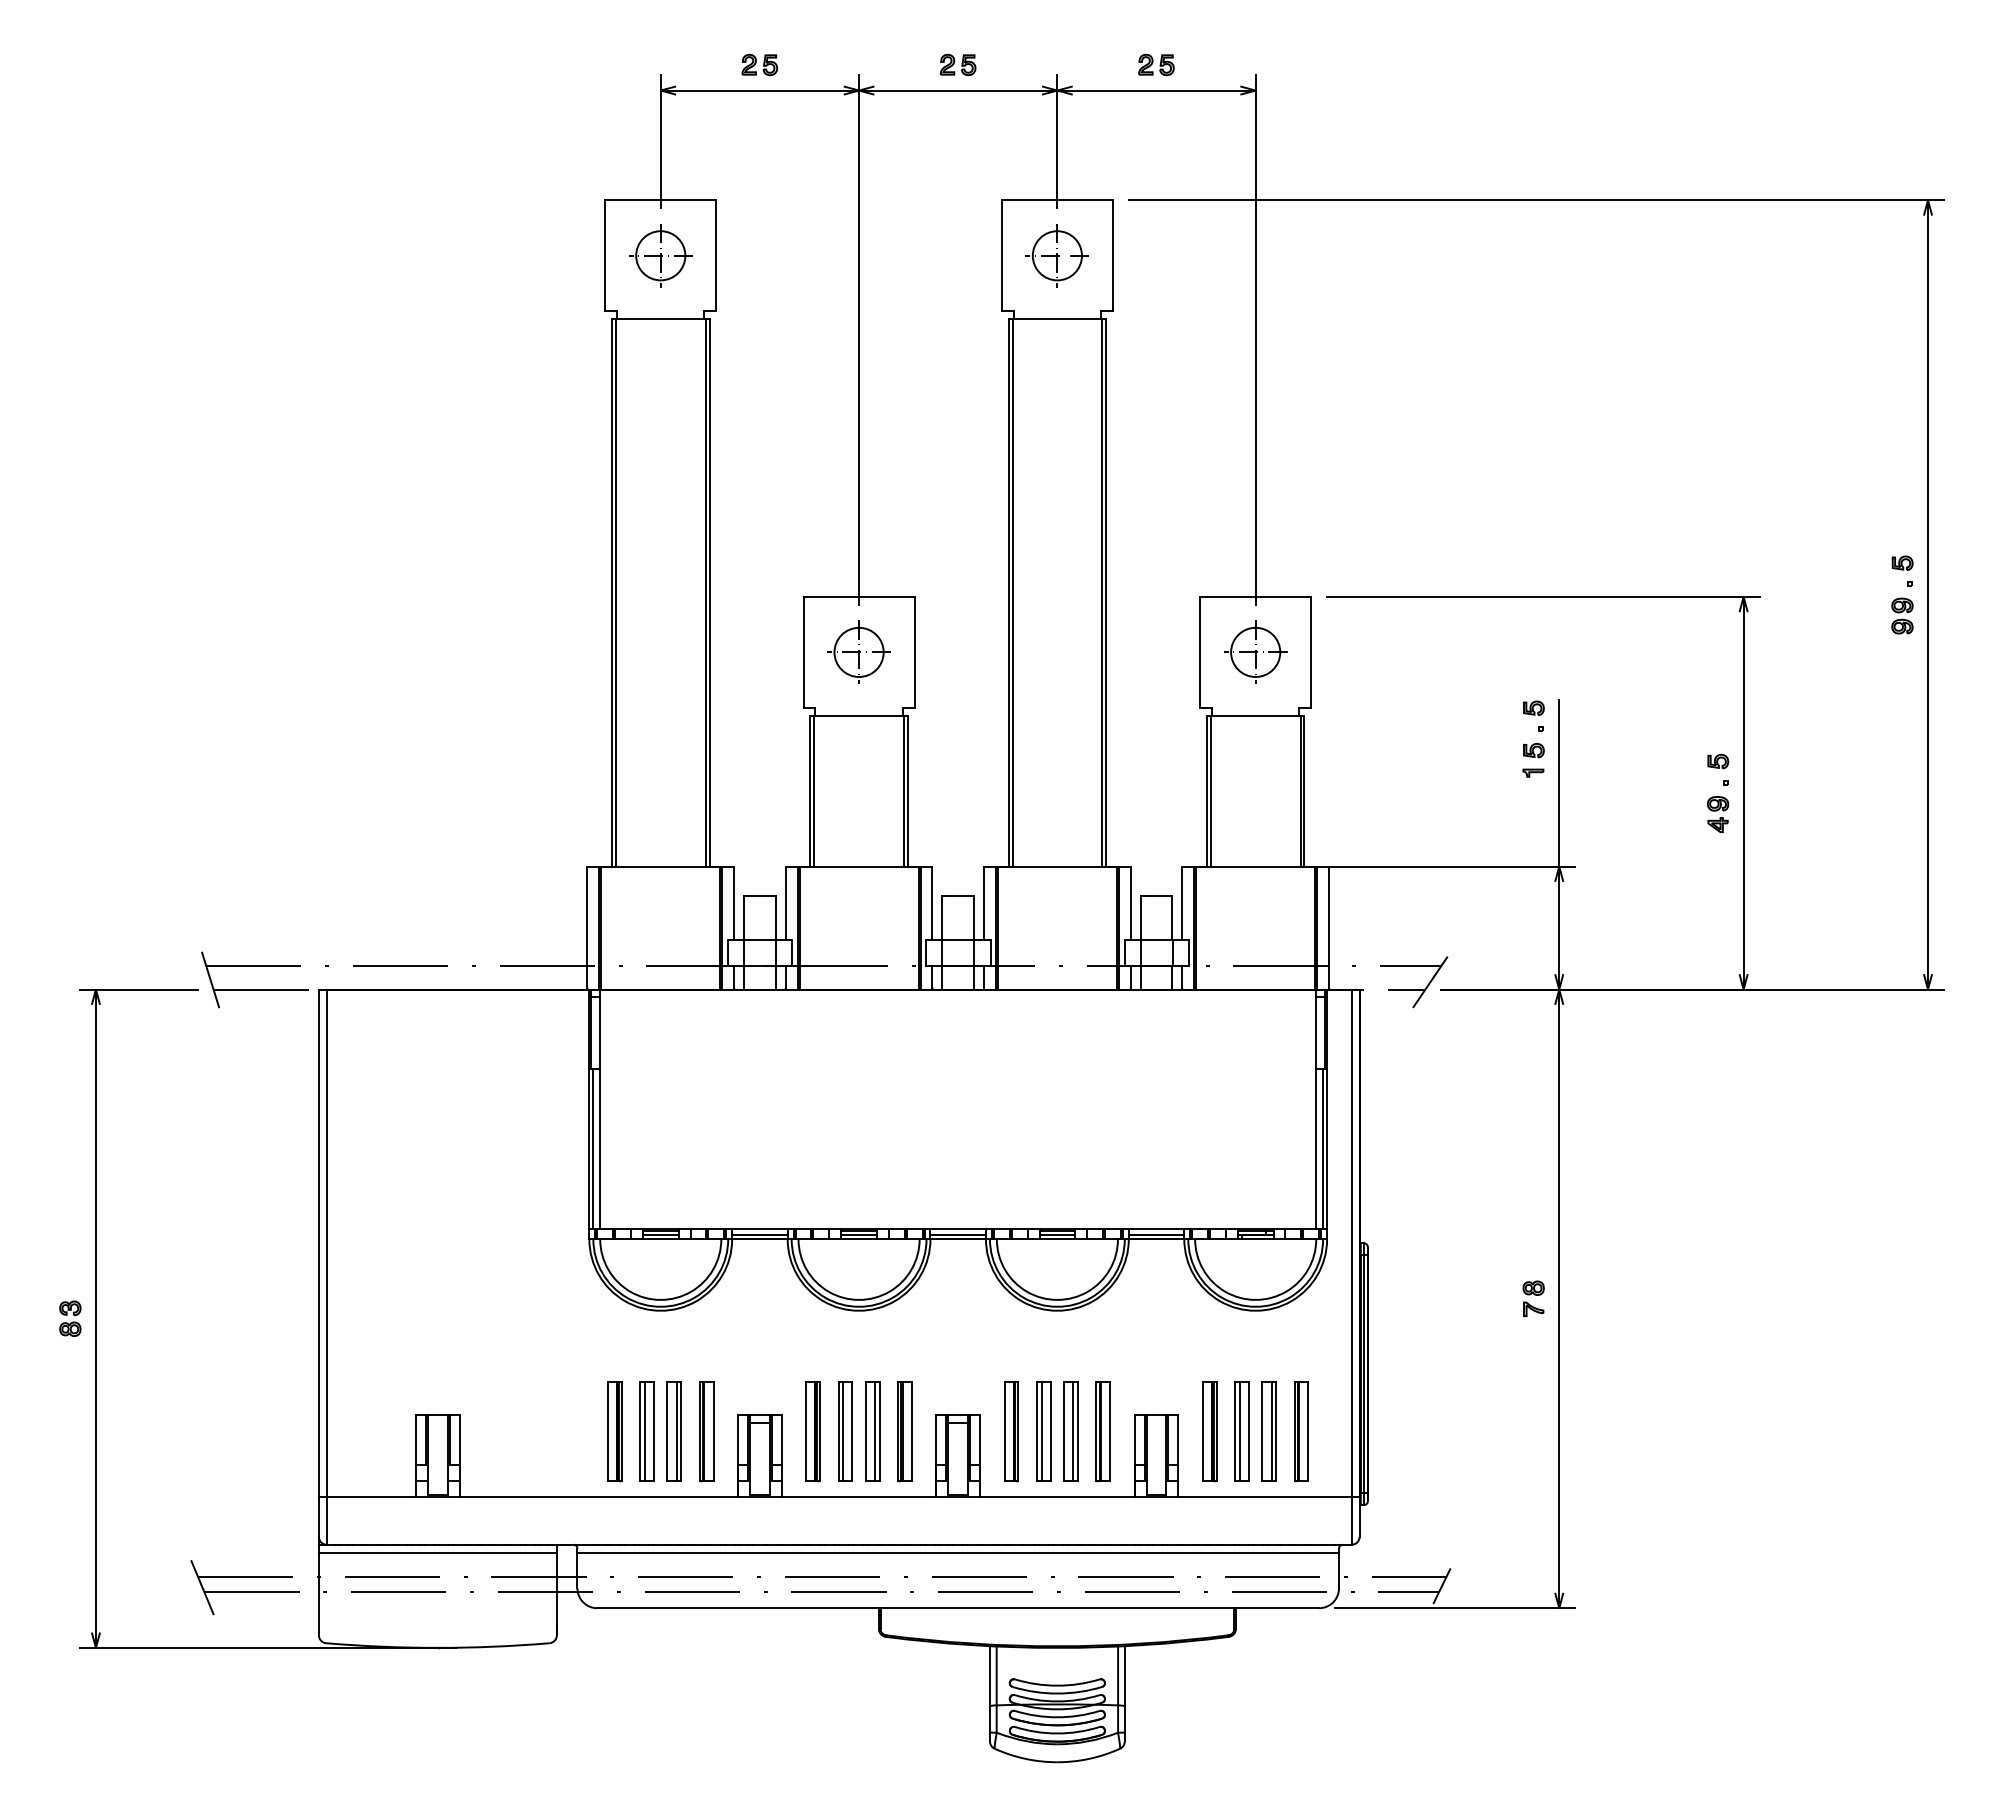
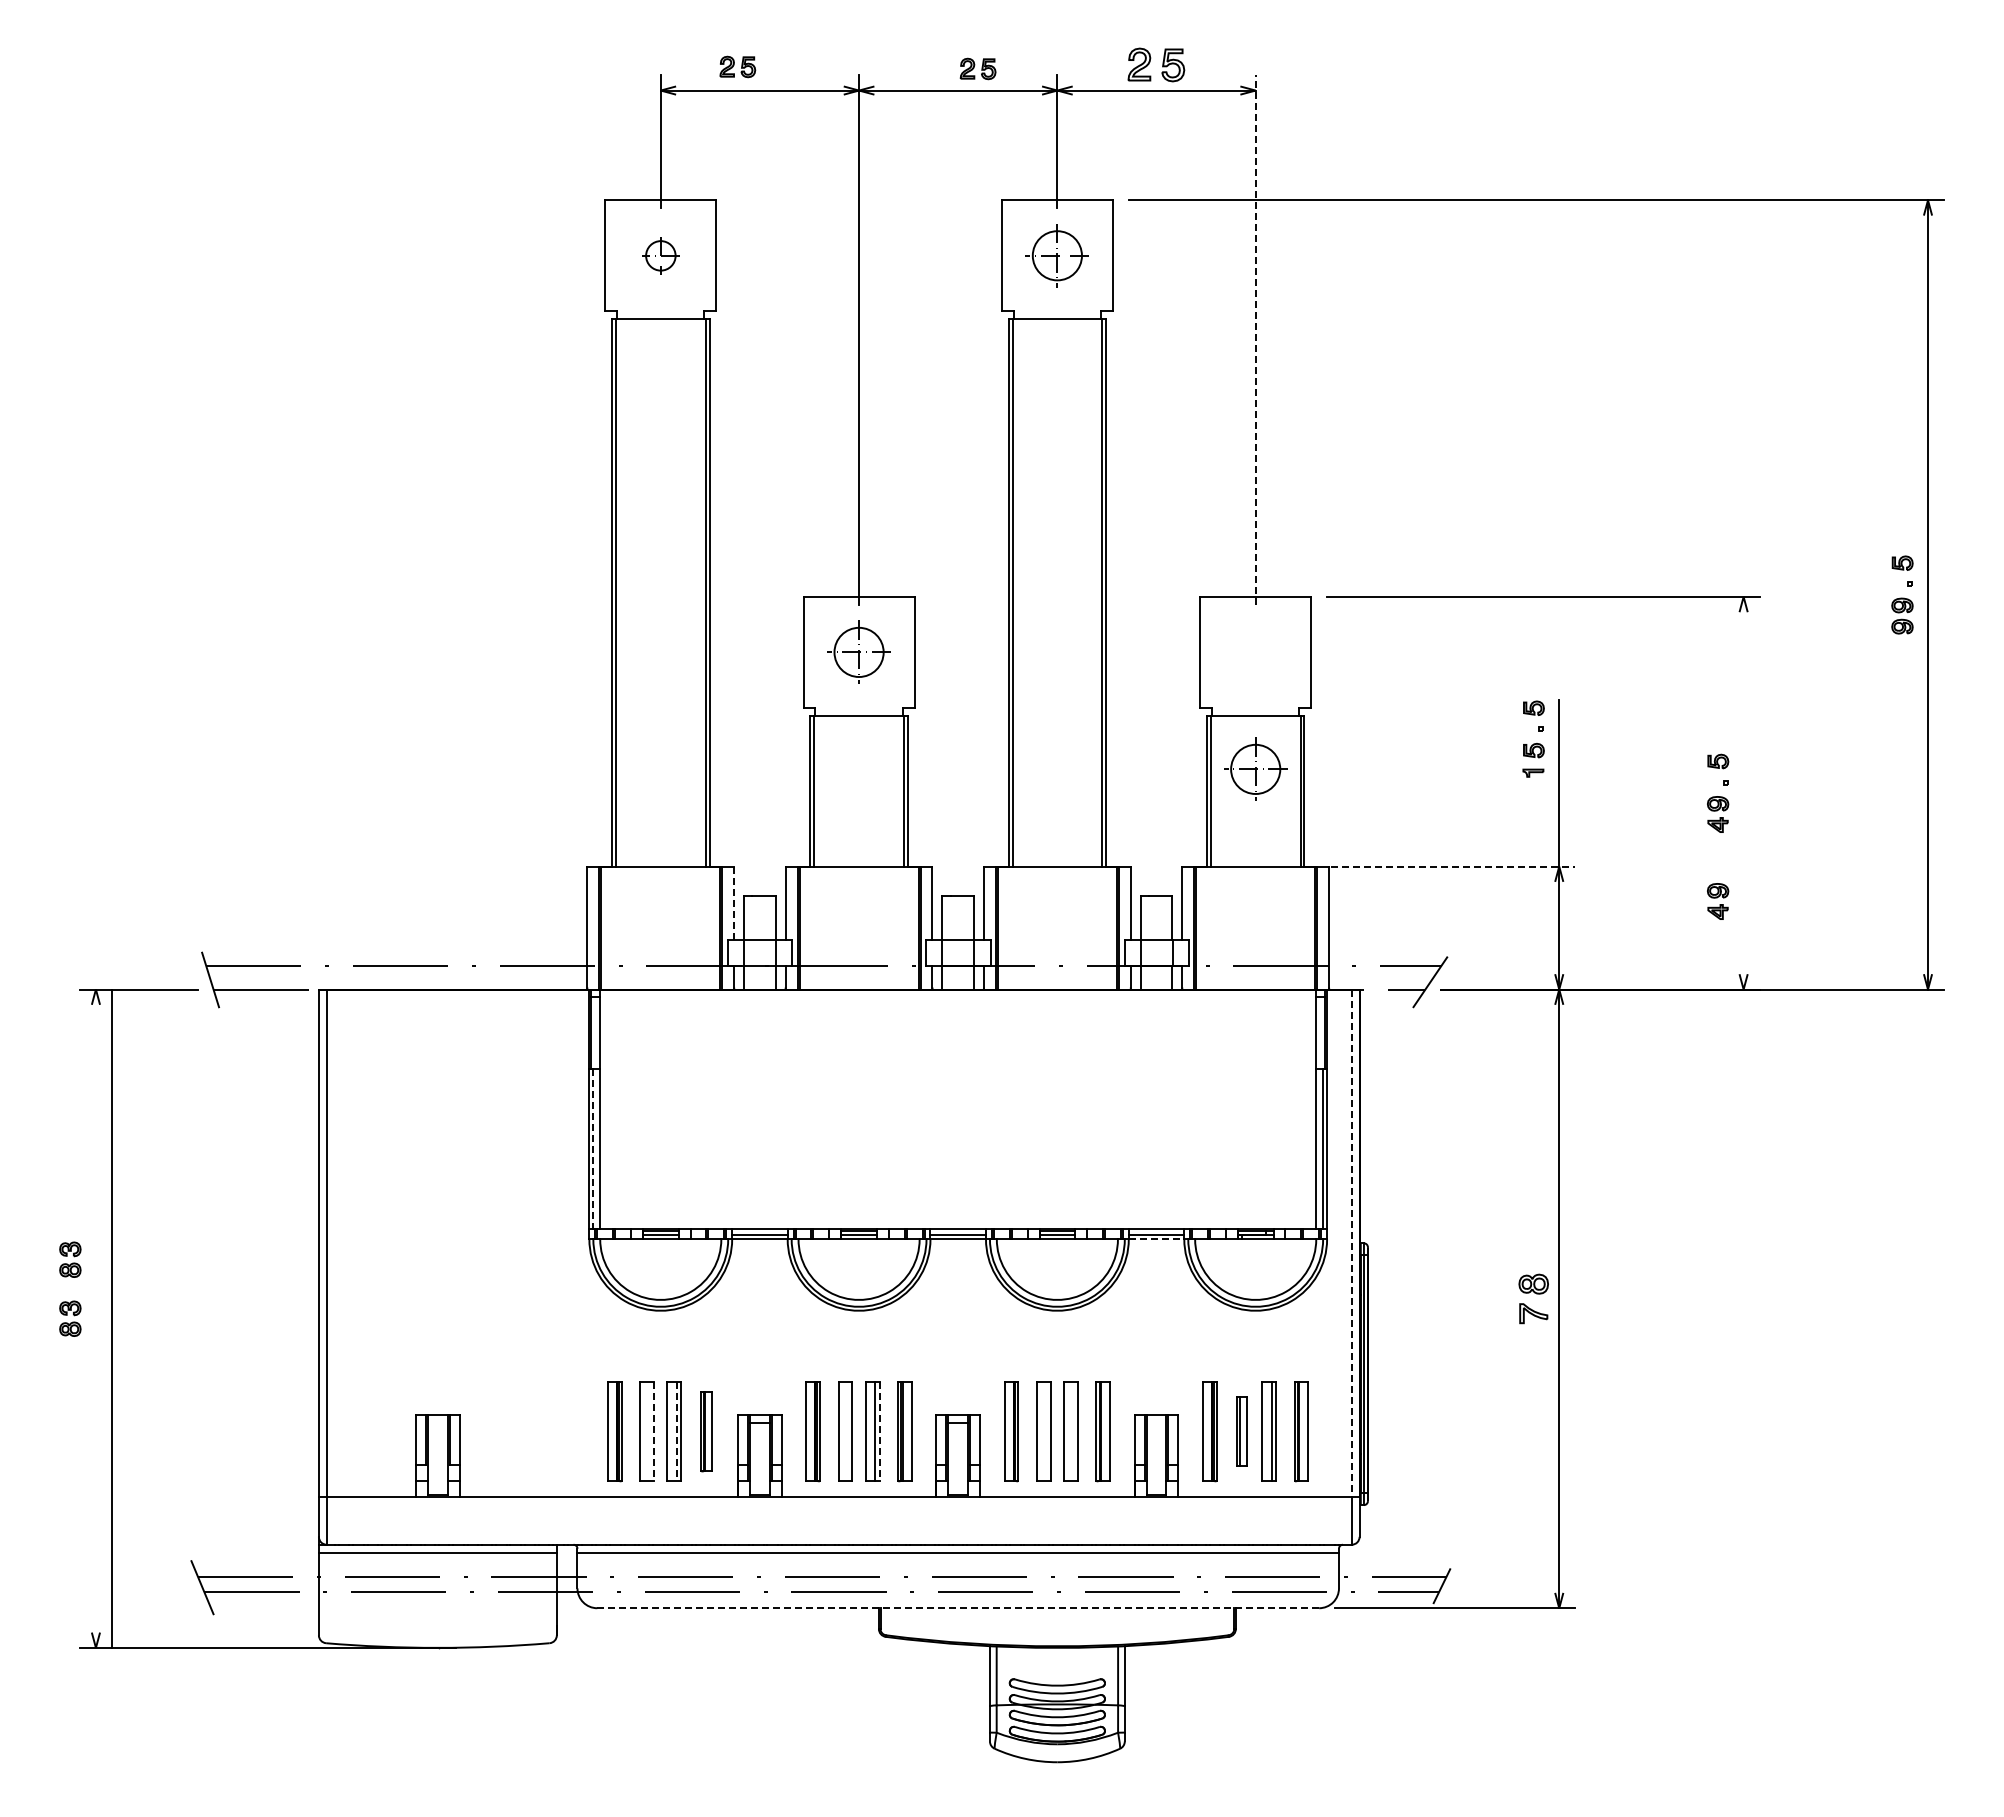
part at (759, 64) position: (759, 64) -> (737, 66)
part at (957, 64) position: (957, 64) -> (977, 68)
part at (1156, 64) size: 37x24 px -> 59x36 px
part at (660, 255) size: 64x64 px -> 38x38 px
line at (1255, 339): solid -> dashed
part at (1255, 651) position: (1255, 651) -> (1255, 768)
line at (1743, 792): present -> none
line at (1453, 866): solid -> dashed
part at (1718, 901): none -> present
line at (734, 903): solid -> dashed
line at (593, 1148): solid -> dashed
line at (1156, 1239): solid -> dashed
line at (1351, 1243): solid -> dashed
part at (70, 1259): none -> present
part at (1533, 1298) size: 23x37 px -> 31x52 px
line at (95, 1318) position: (95, 1318) -> (111, 1318)
line at (644, 1431): present -> none
line at (654, 1431): solid -> dashed
line at (676, 1431): solid -> dashed
part at (706, 1431) size: 16x102 px -> 13x82 px
line at (843, 1431): present -> none
line at (879, 1431): solid -> dashed
line at (1041, 1431): present -> none
line at (1073, 1431): present -> none
part at (1241, 1431) size: 16x101 px -> 12x71 px
line at (958, 1608): solid -> dashed
